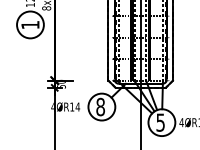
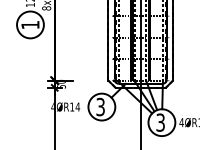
text at (100, 107): 8 -> 3
text at (160, 122): 5 -> 3
